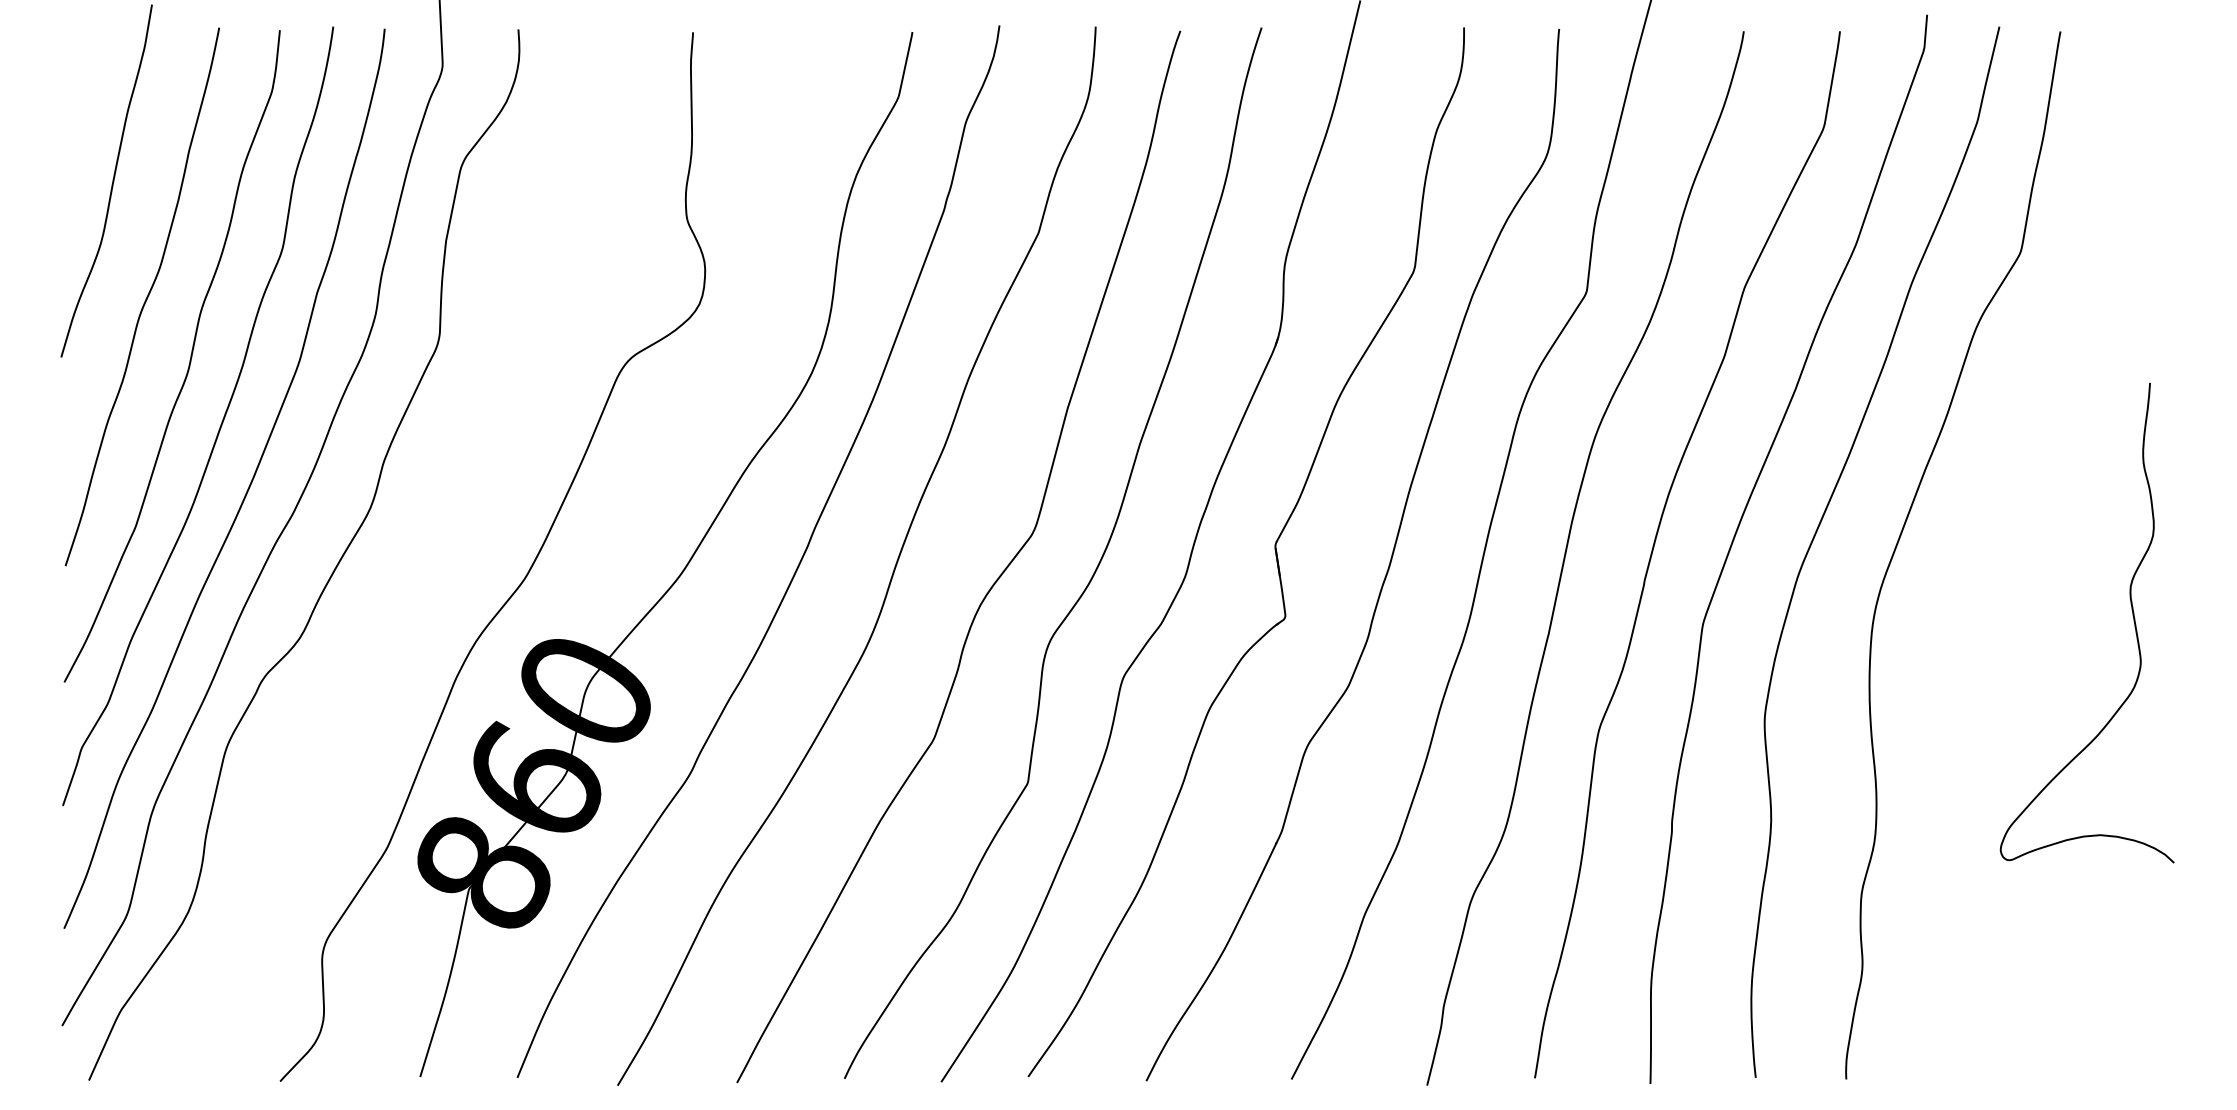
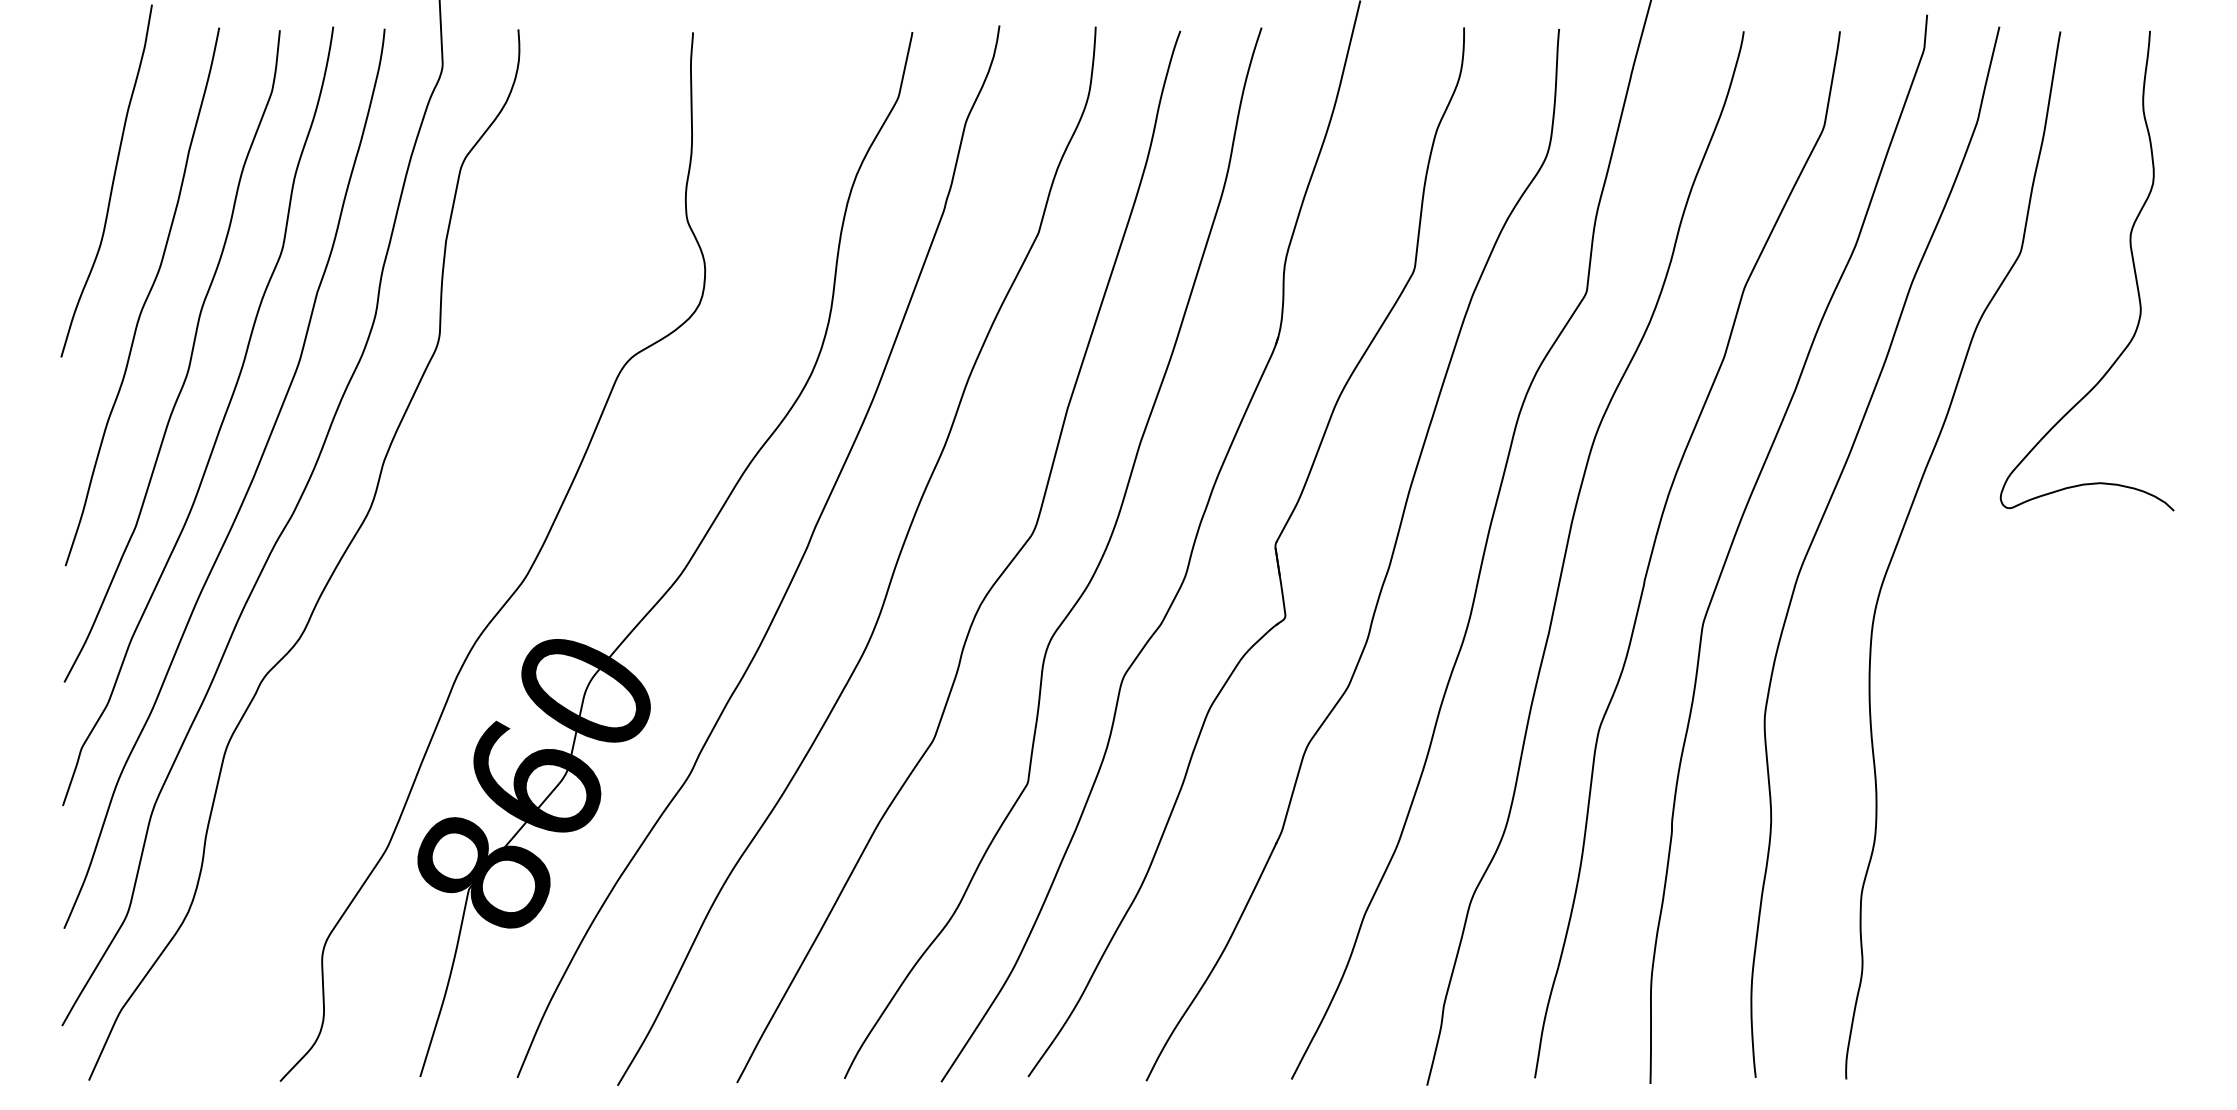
curve at (2132, 615) position: (2132, 615) -> (2132, 263)
